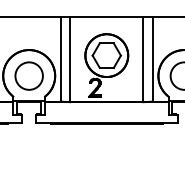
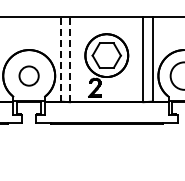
line at (60, 59): solid -> dashed
line at (70, 59): solid -> dashed
circle at (28, 75) size: 30x30 px -> 22x22 px
